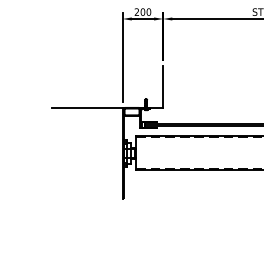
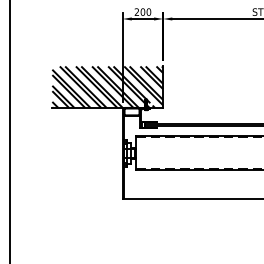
hatch at (107, 86): none -> present
line at (10, 131): none -> present
line at (191, 199): none -> present
